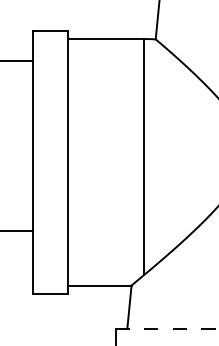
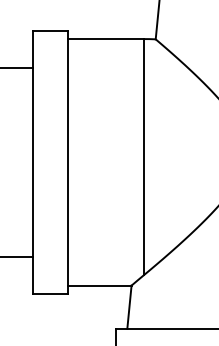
line at (17, 61) position: (17, 61) -> (17, 68)
line at (17, 230) position: (17, 230) -> (17, 256)
line at (167, 328): dashed -> solid
